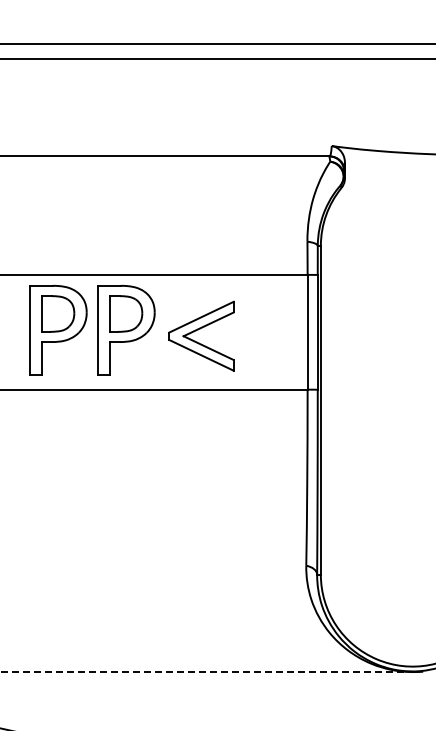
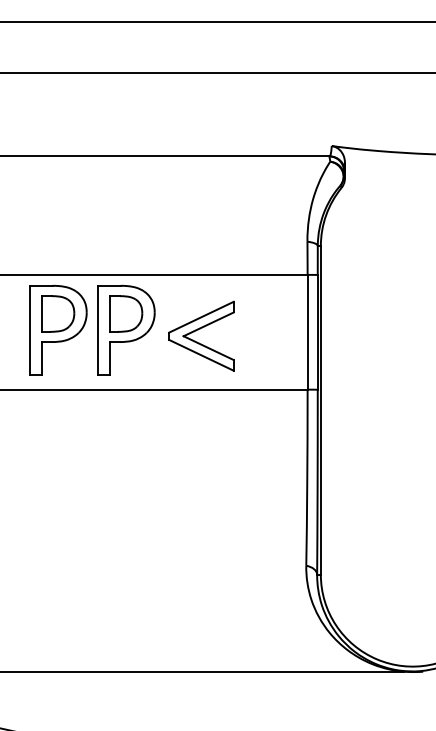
line at (217, 43) position: (217, 43) -> (217, 21)
line at (217, 58) position: (217, 58) -> (217, 72)
line at (202, 671): dashed -> solid
